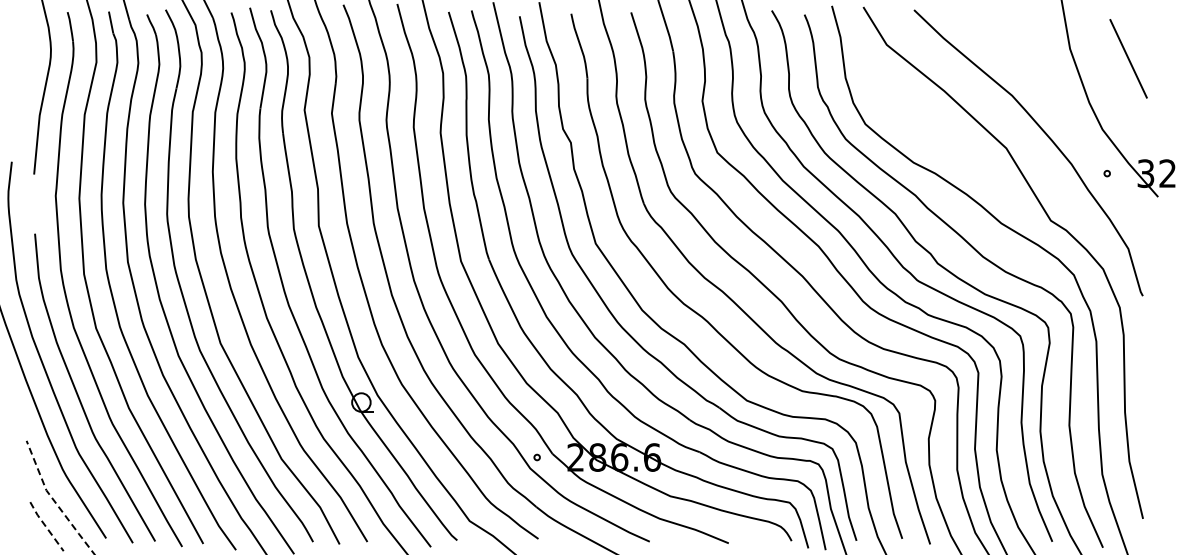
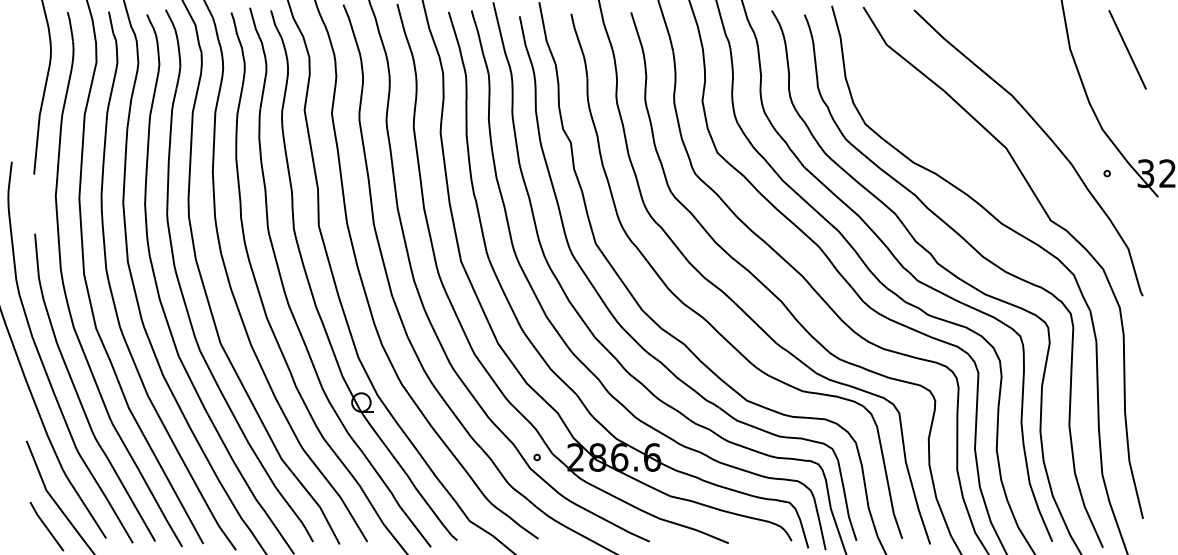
line at (1128, 58) position: (1128, 58) -> (1127, 49)
line at (54, 500): dashed -> solid
line at (46, 527): dashed -> solid
